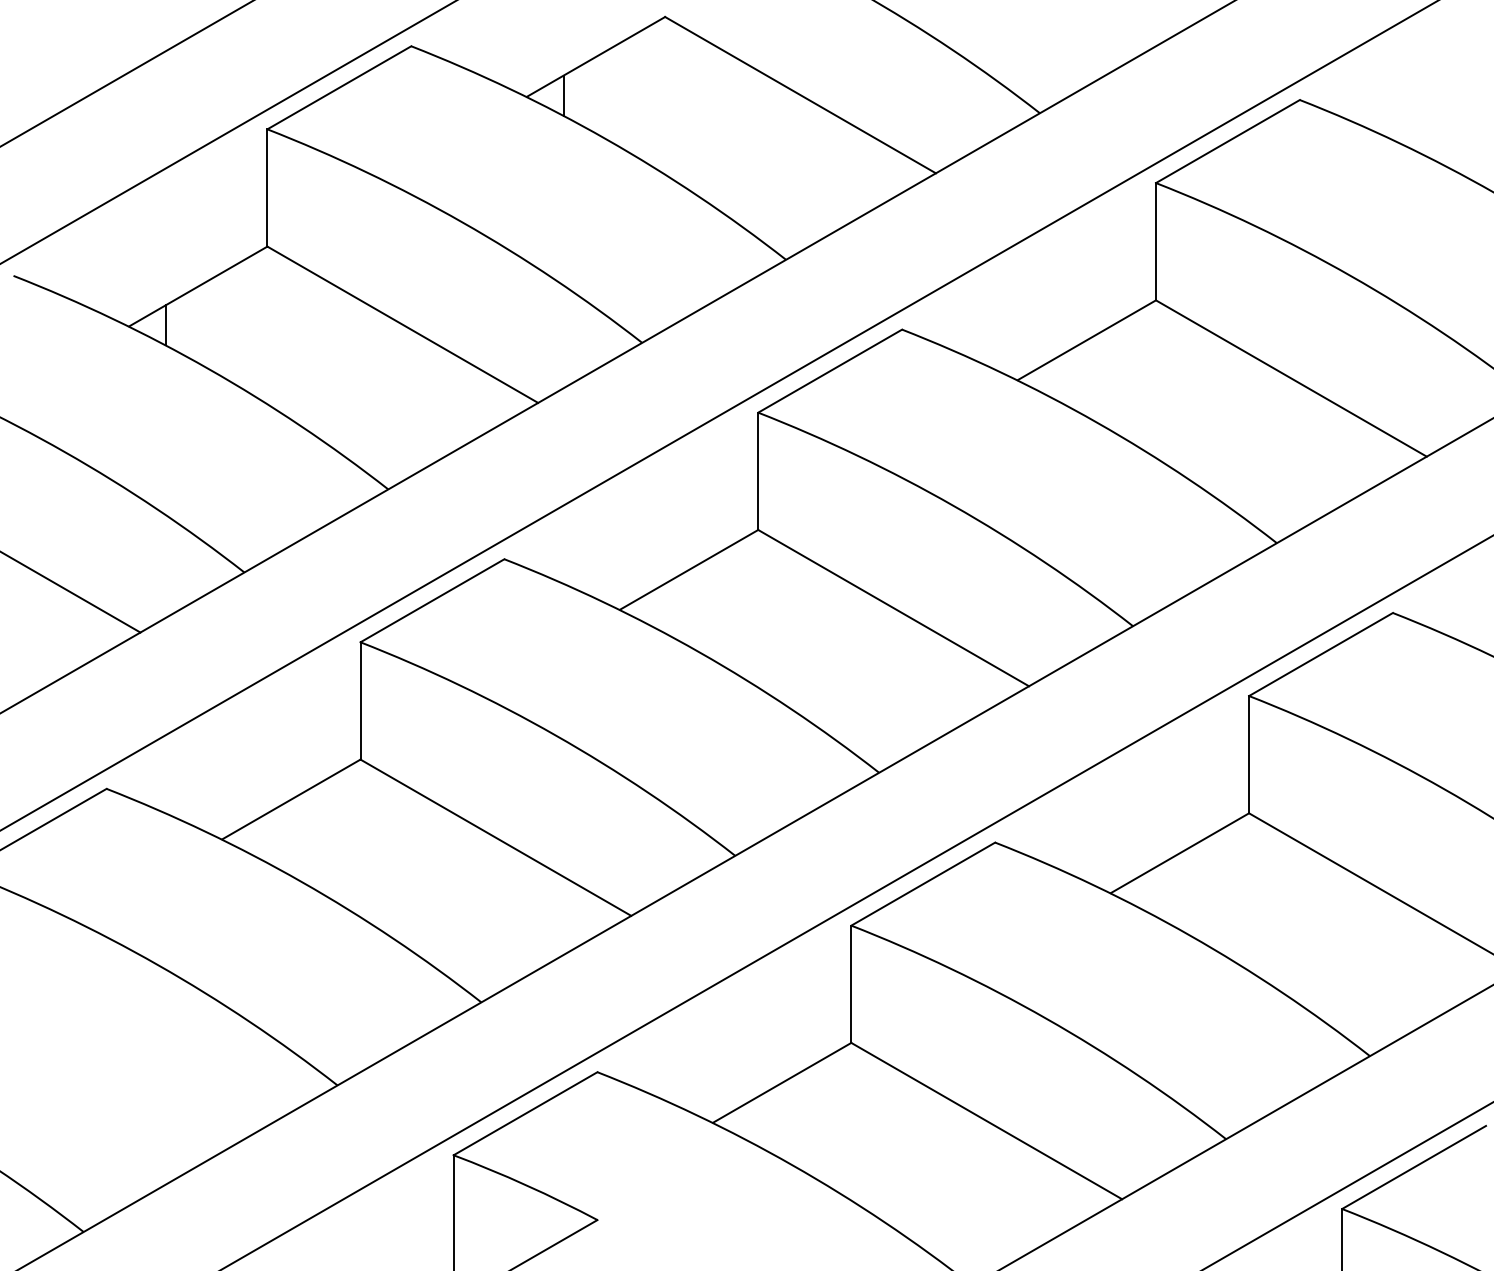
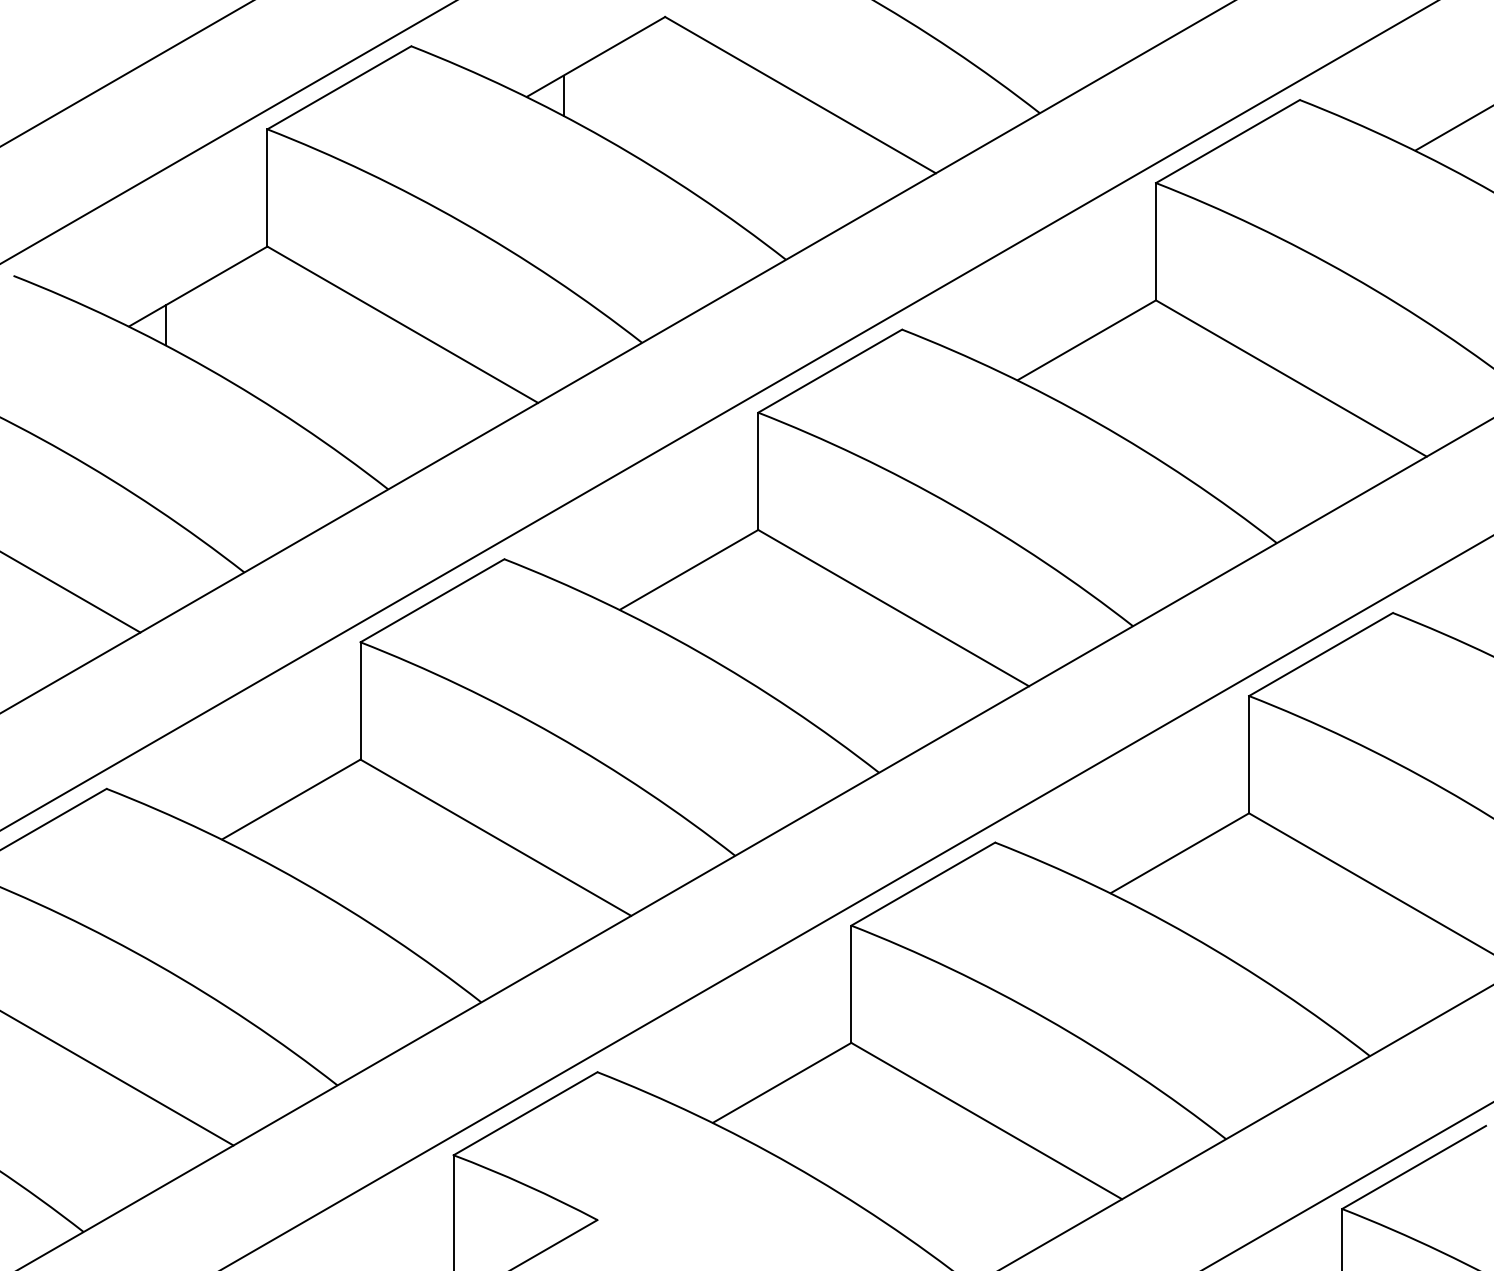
line at (1452, 128): none -> present
line at (117, 1078): none -> present
